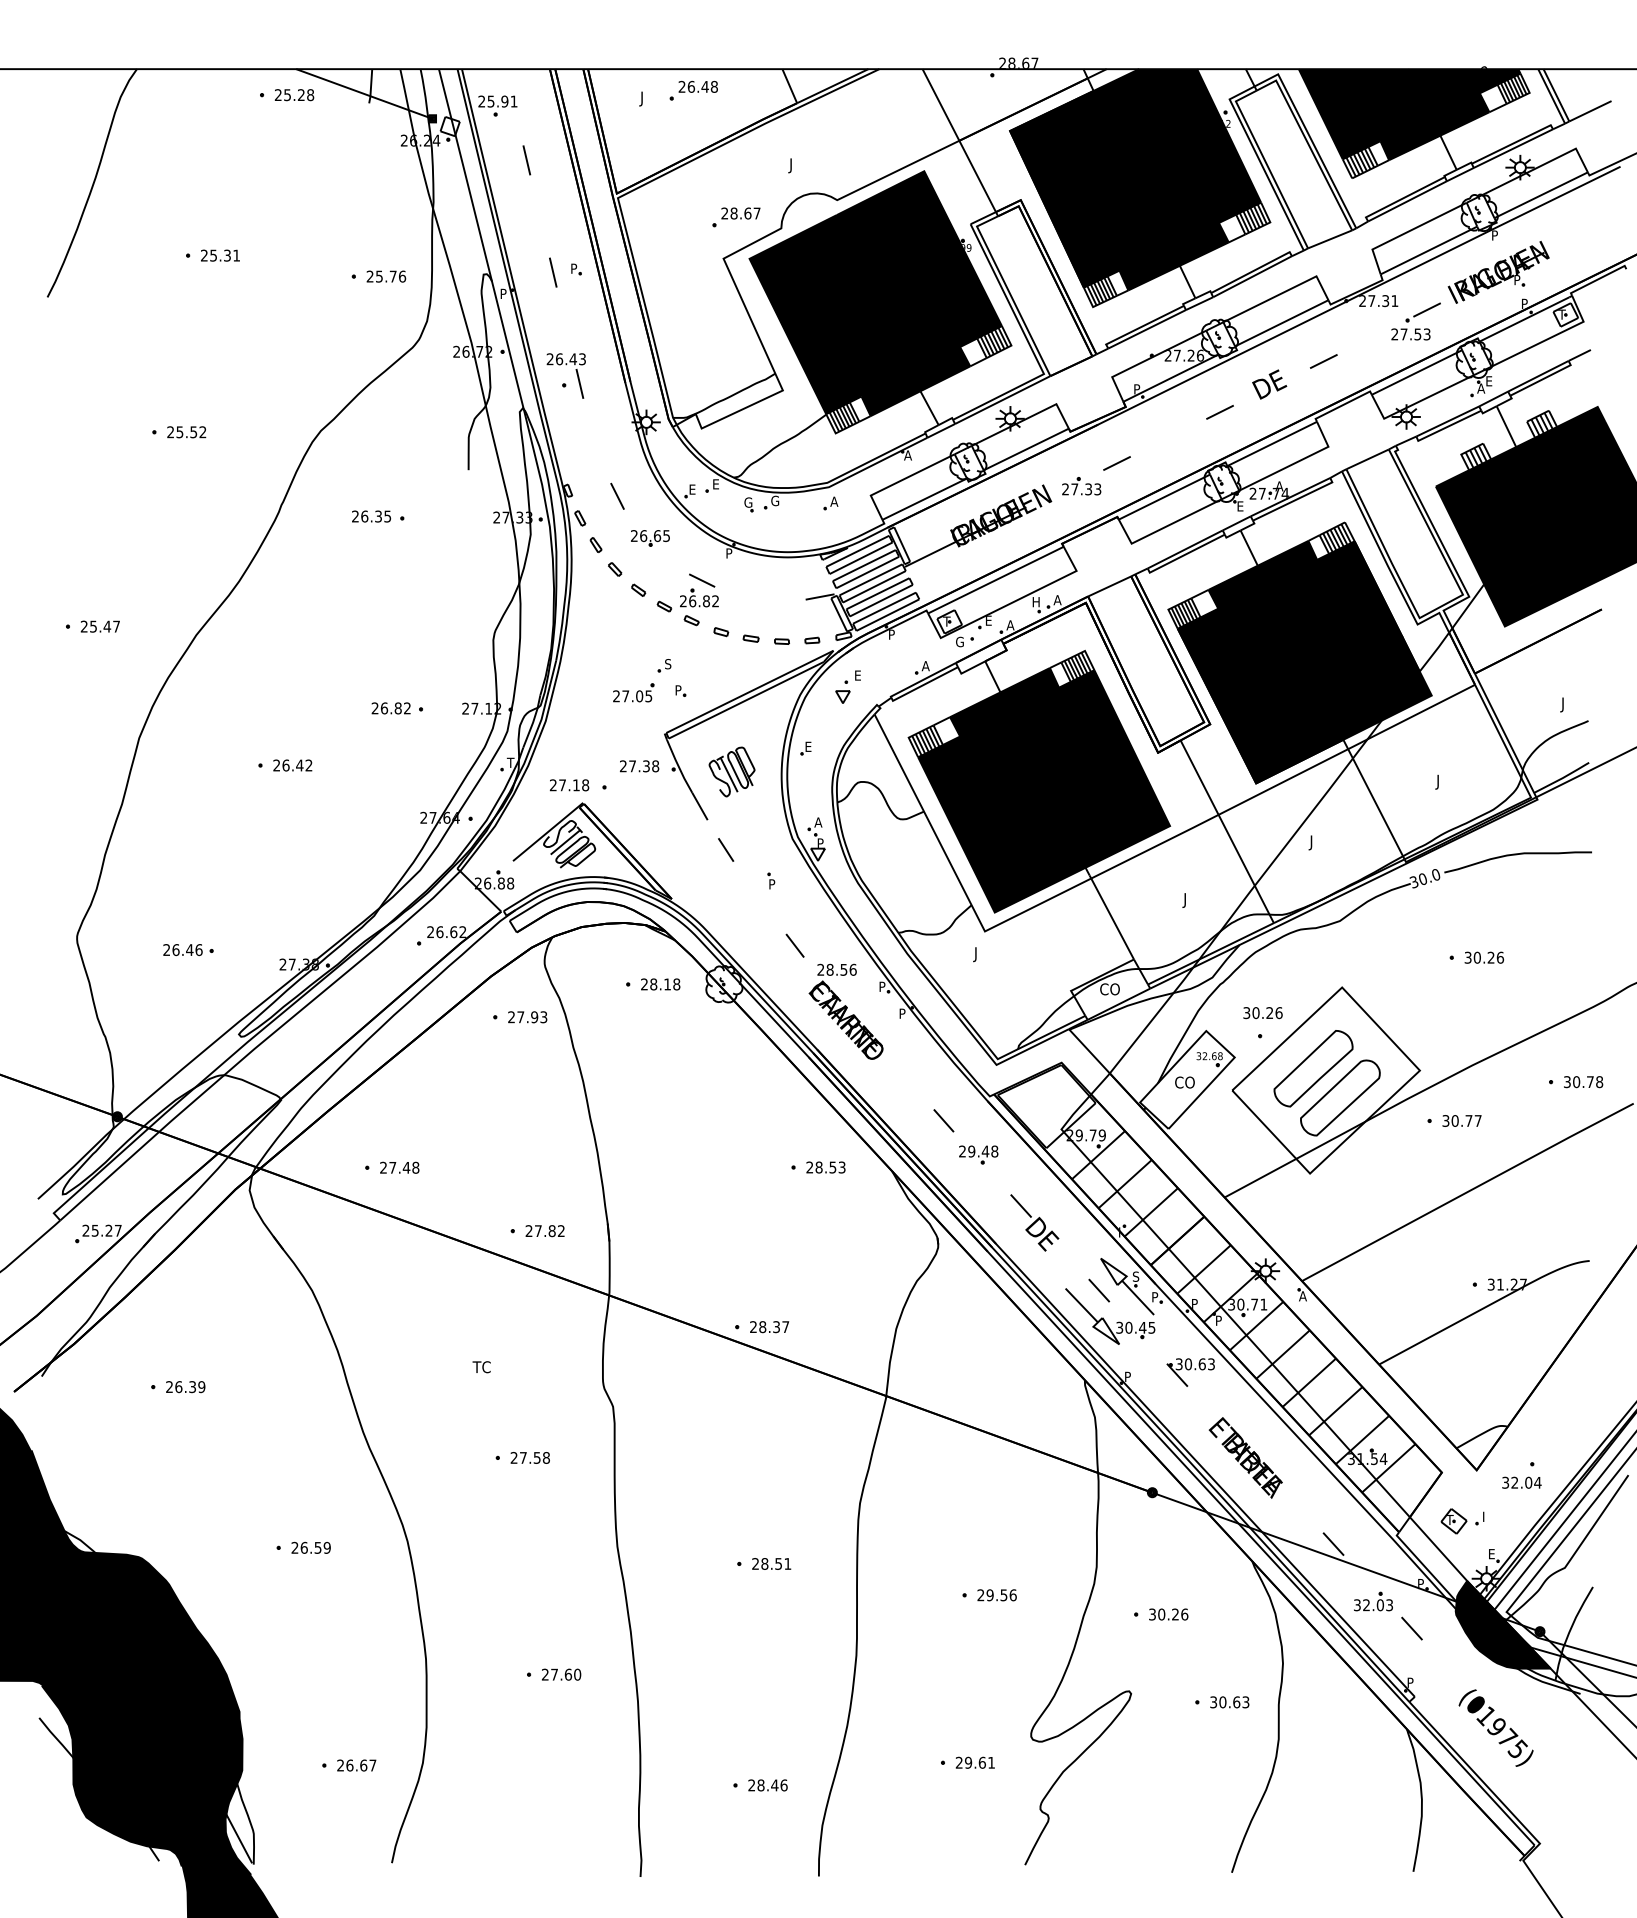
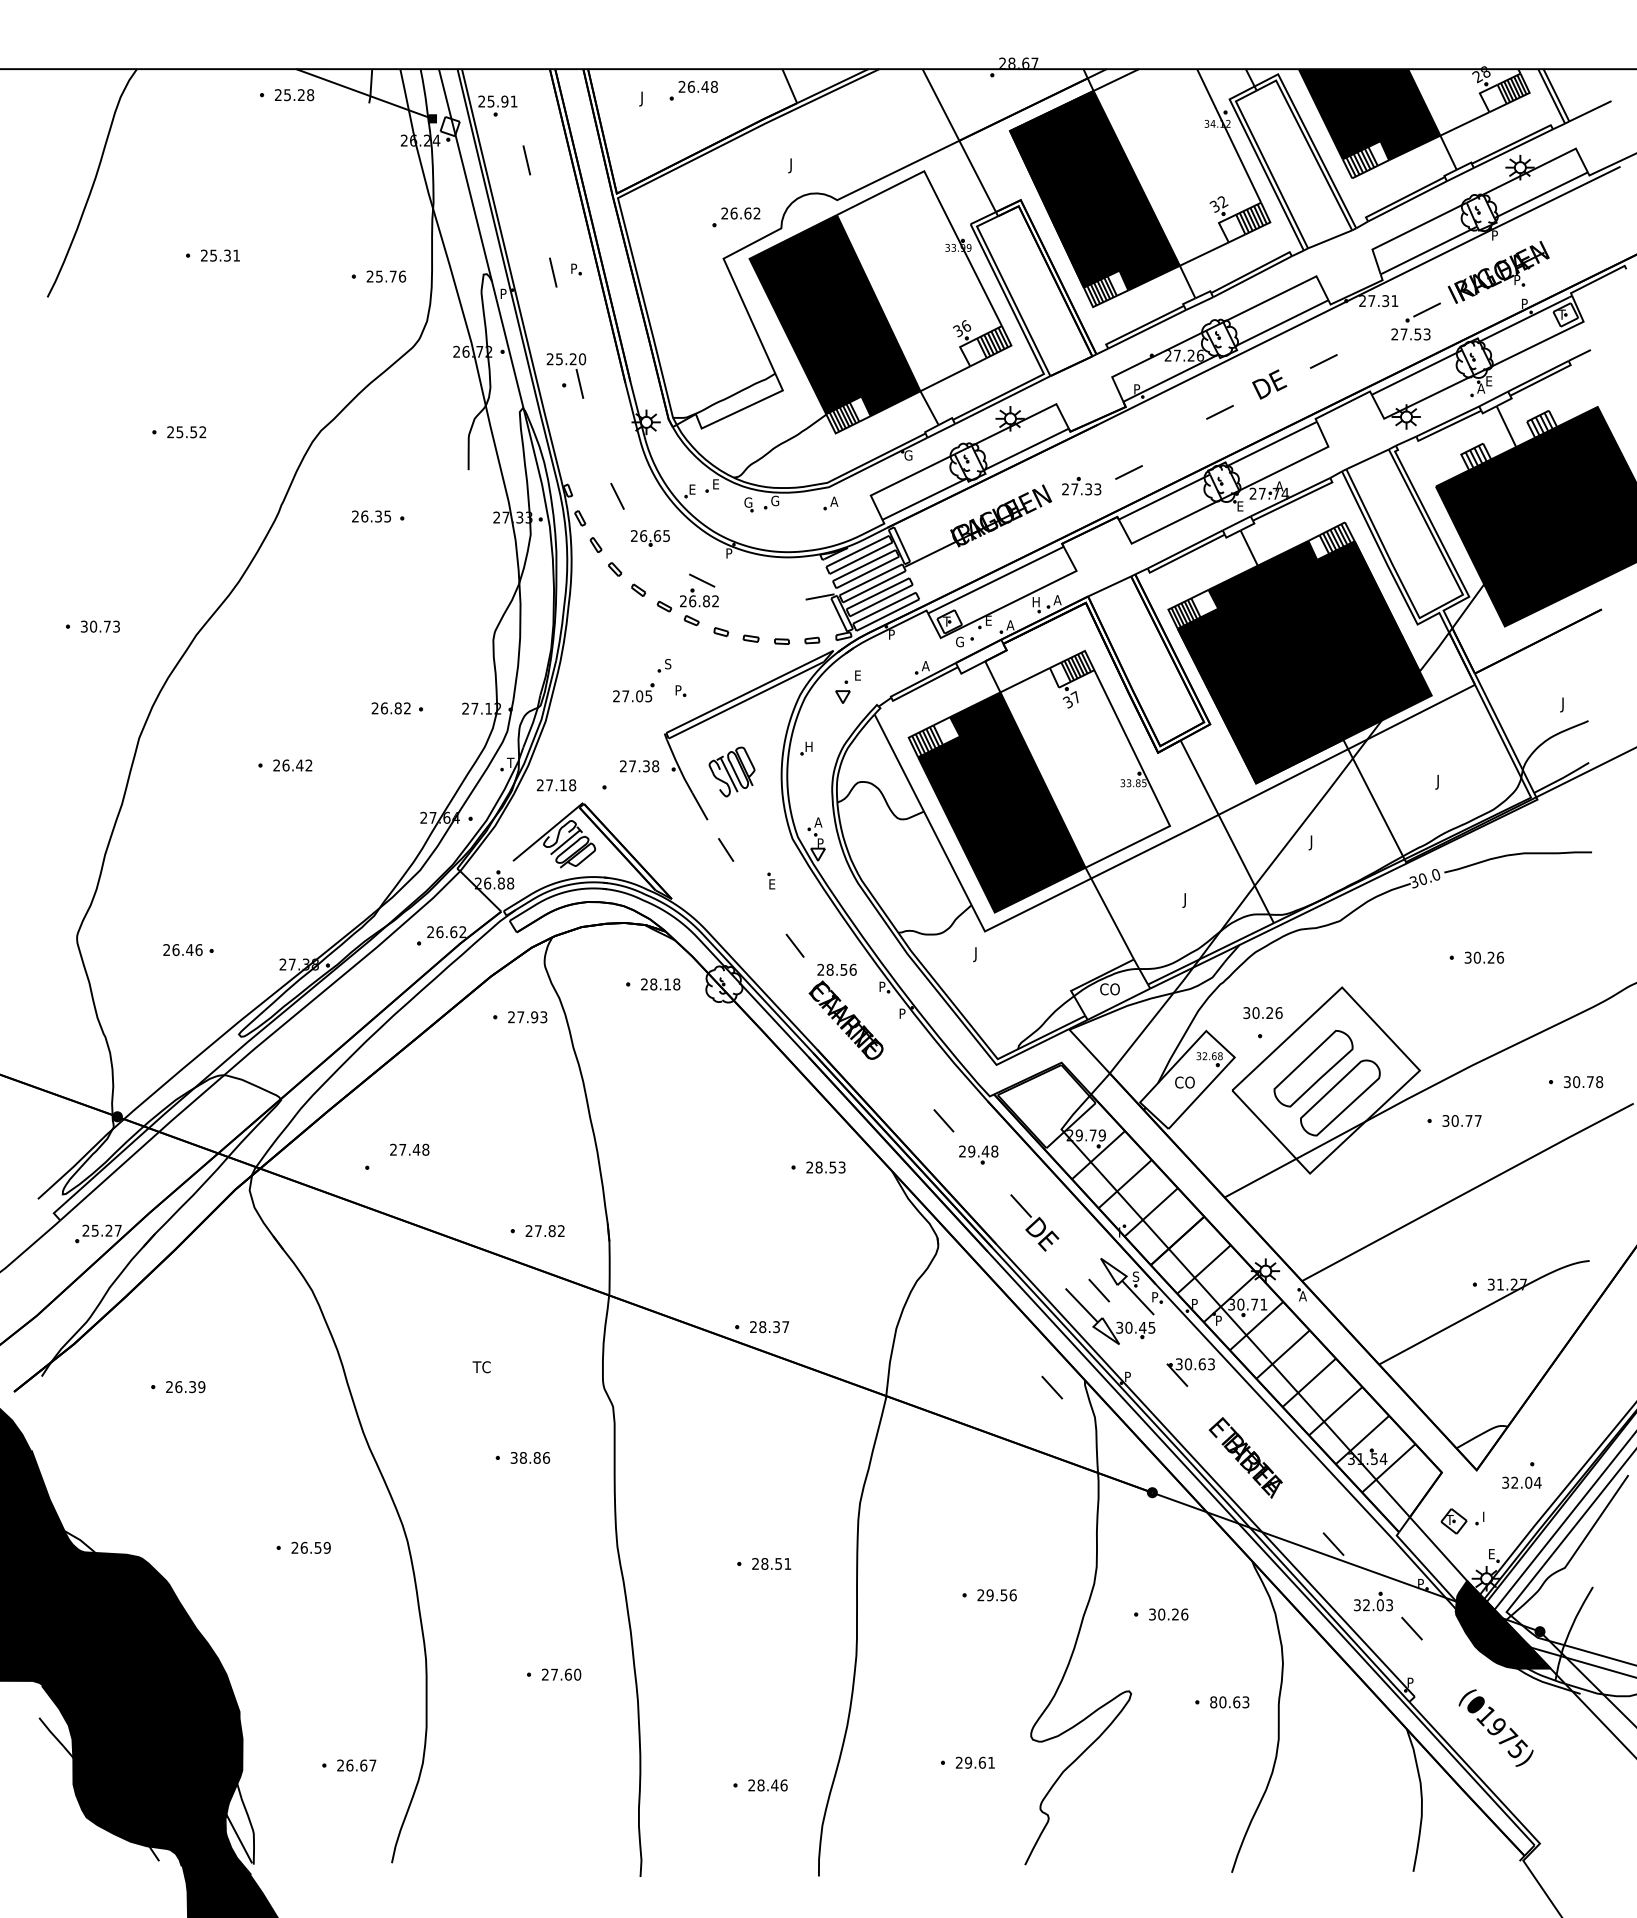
fill at (1464, 102): present -> none
fill at (1177, 167): present -> none
text at (745, 213): 28.67 -> 26.62
fill at (918, 281): present -> none
text at (571, 359): 26.43 -> 25.20
text at (908, 455): A -> G
line at (1116, 463) position: (1116, 463) -> (1128, 472)
text at (99, 626): 25.47 -> 30.73
text at (809, 746): E -> H
fill at (1085, 767): present -> none
text at (569, 785) position: (569, 785) -> (556, 785)
text at (772, 884): P -> E
text at (399, 1167) position: (399, 1167) -> (409, 1149)
line at (1052, 1387): none -> present
text at (530, 1457): 27.58 -> 38.86
text at (1213, 1702): 30.63 -> 80.63
